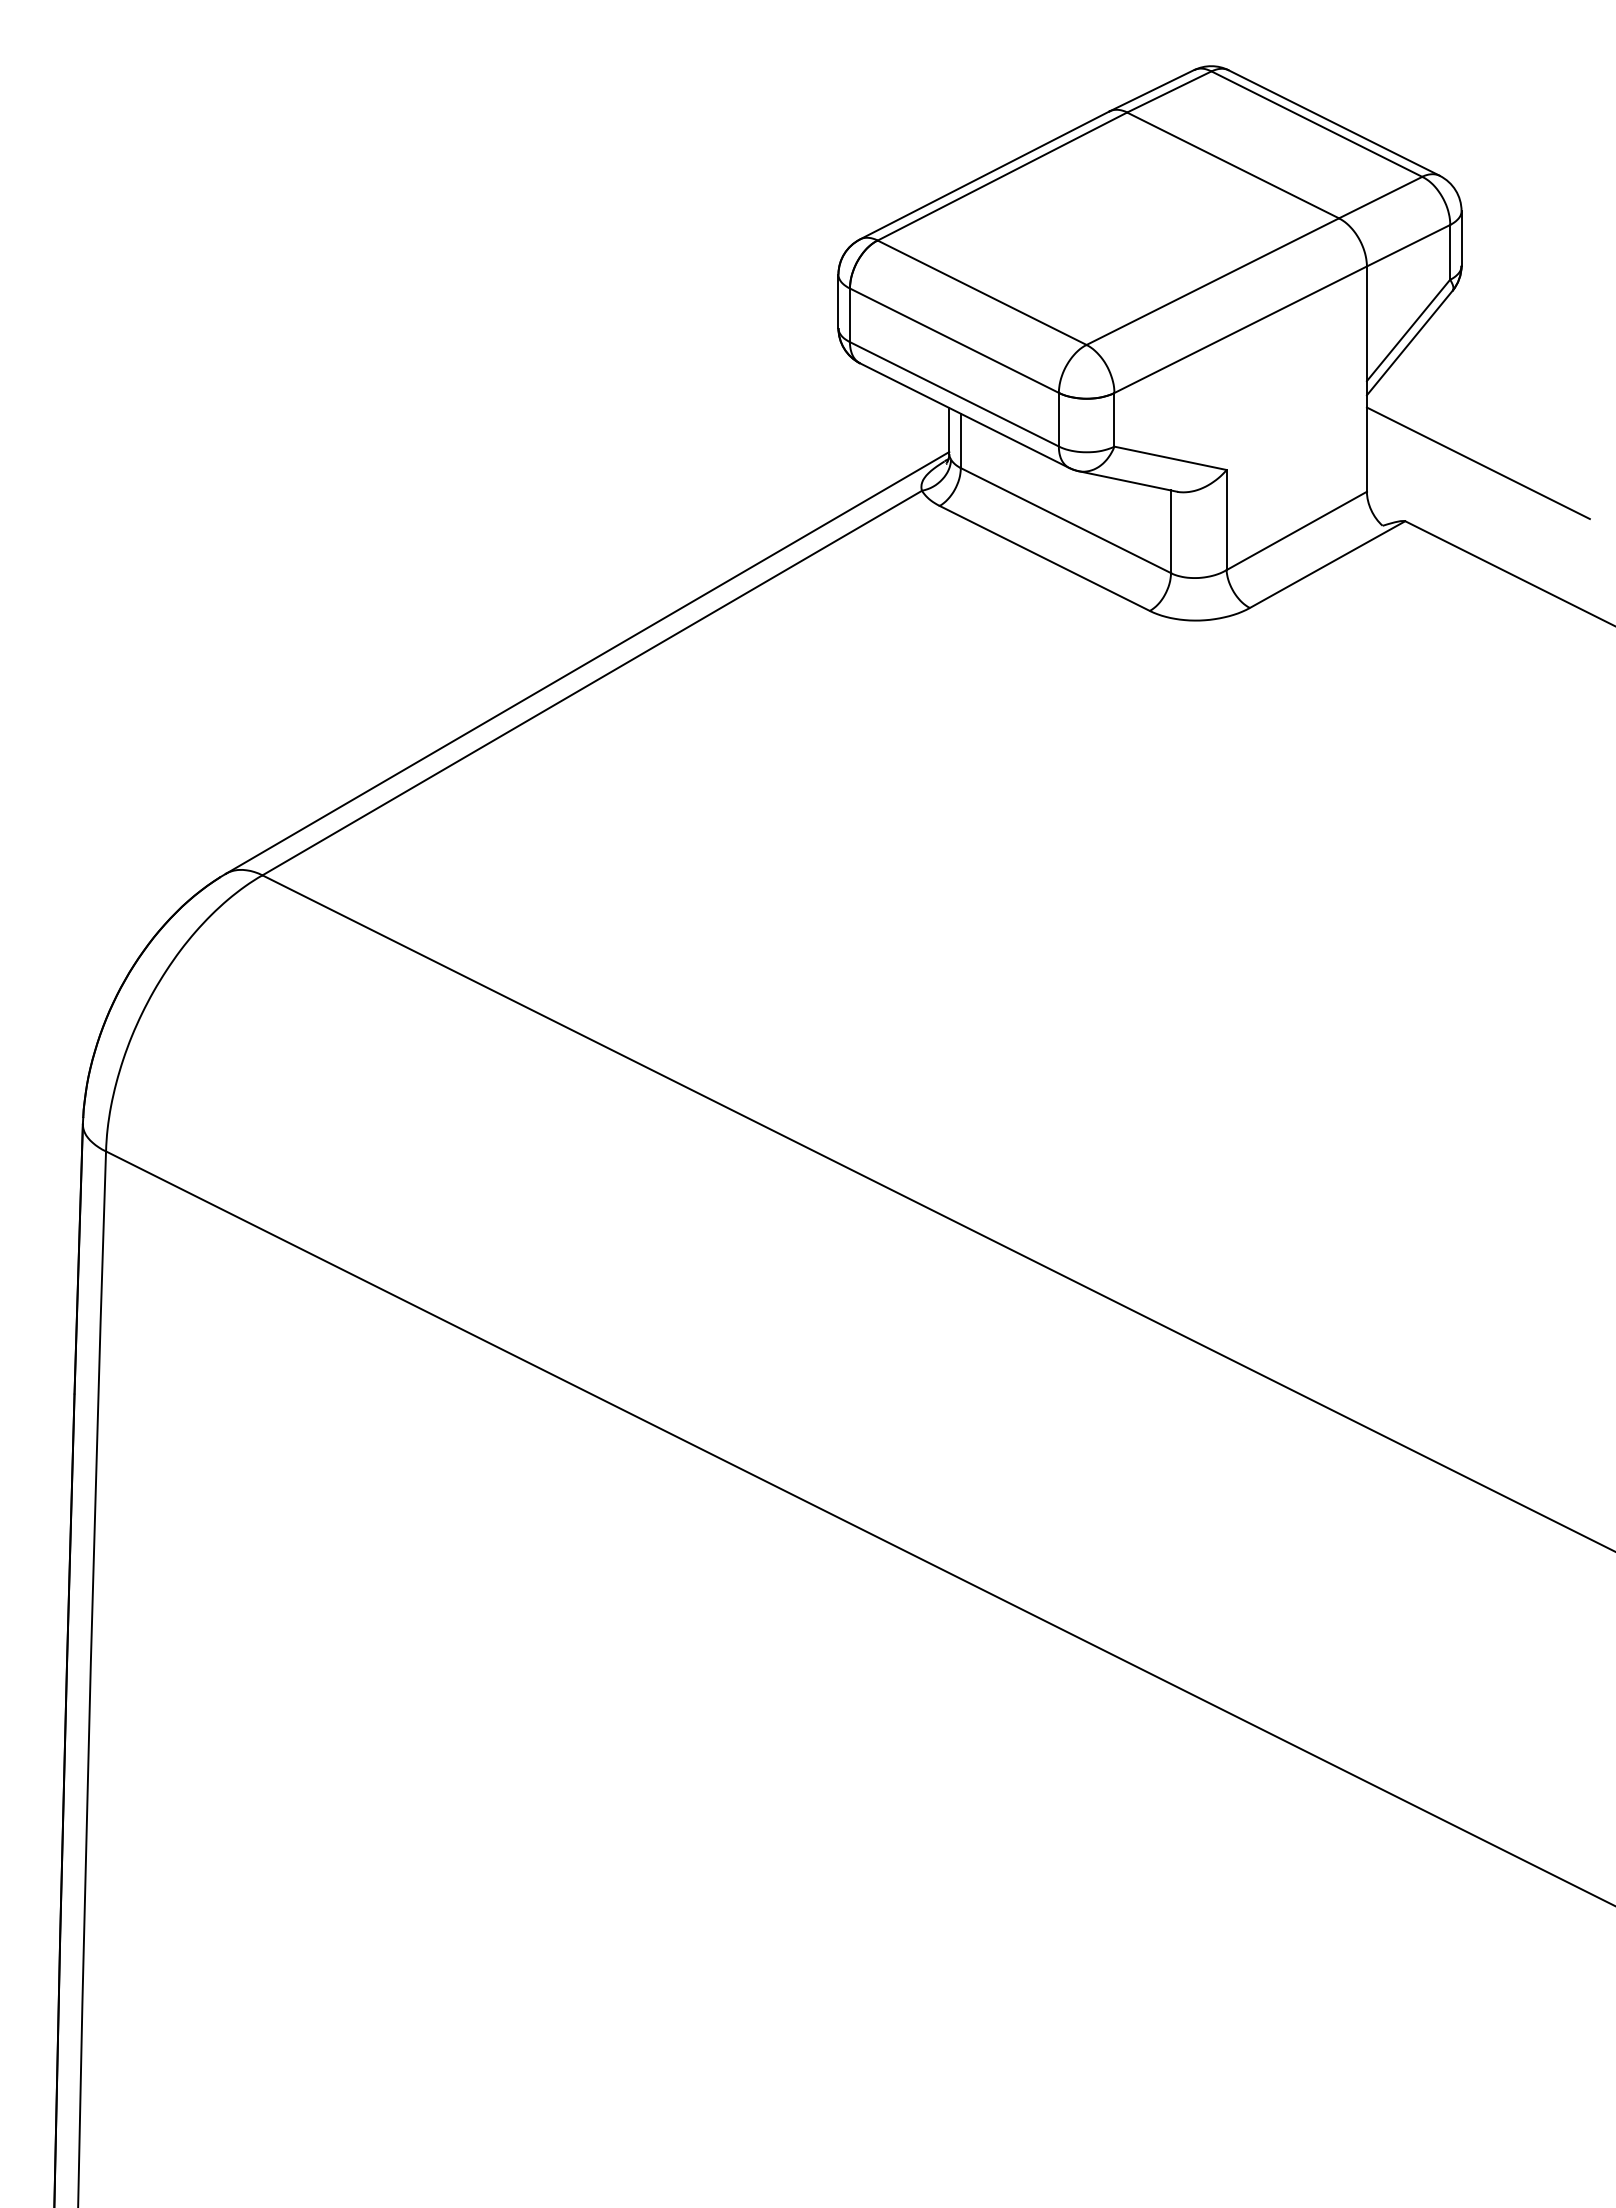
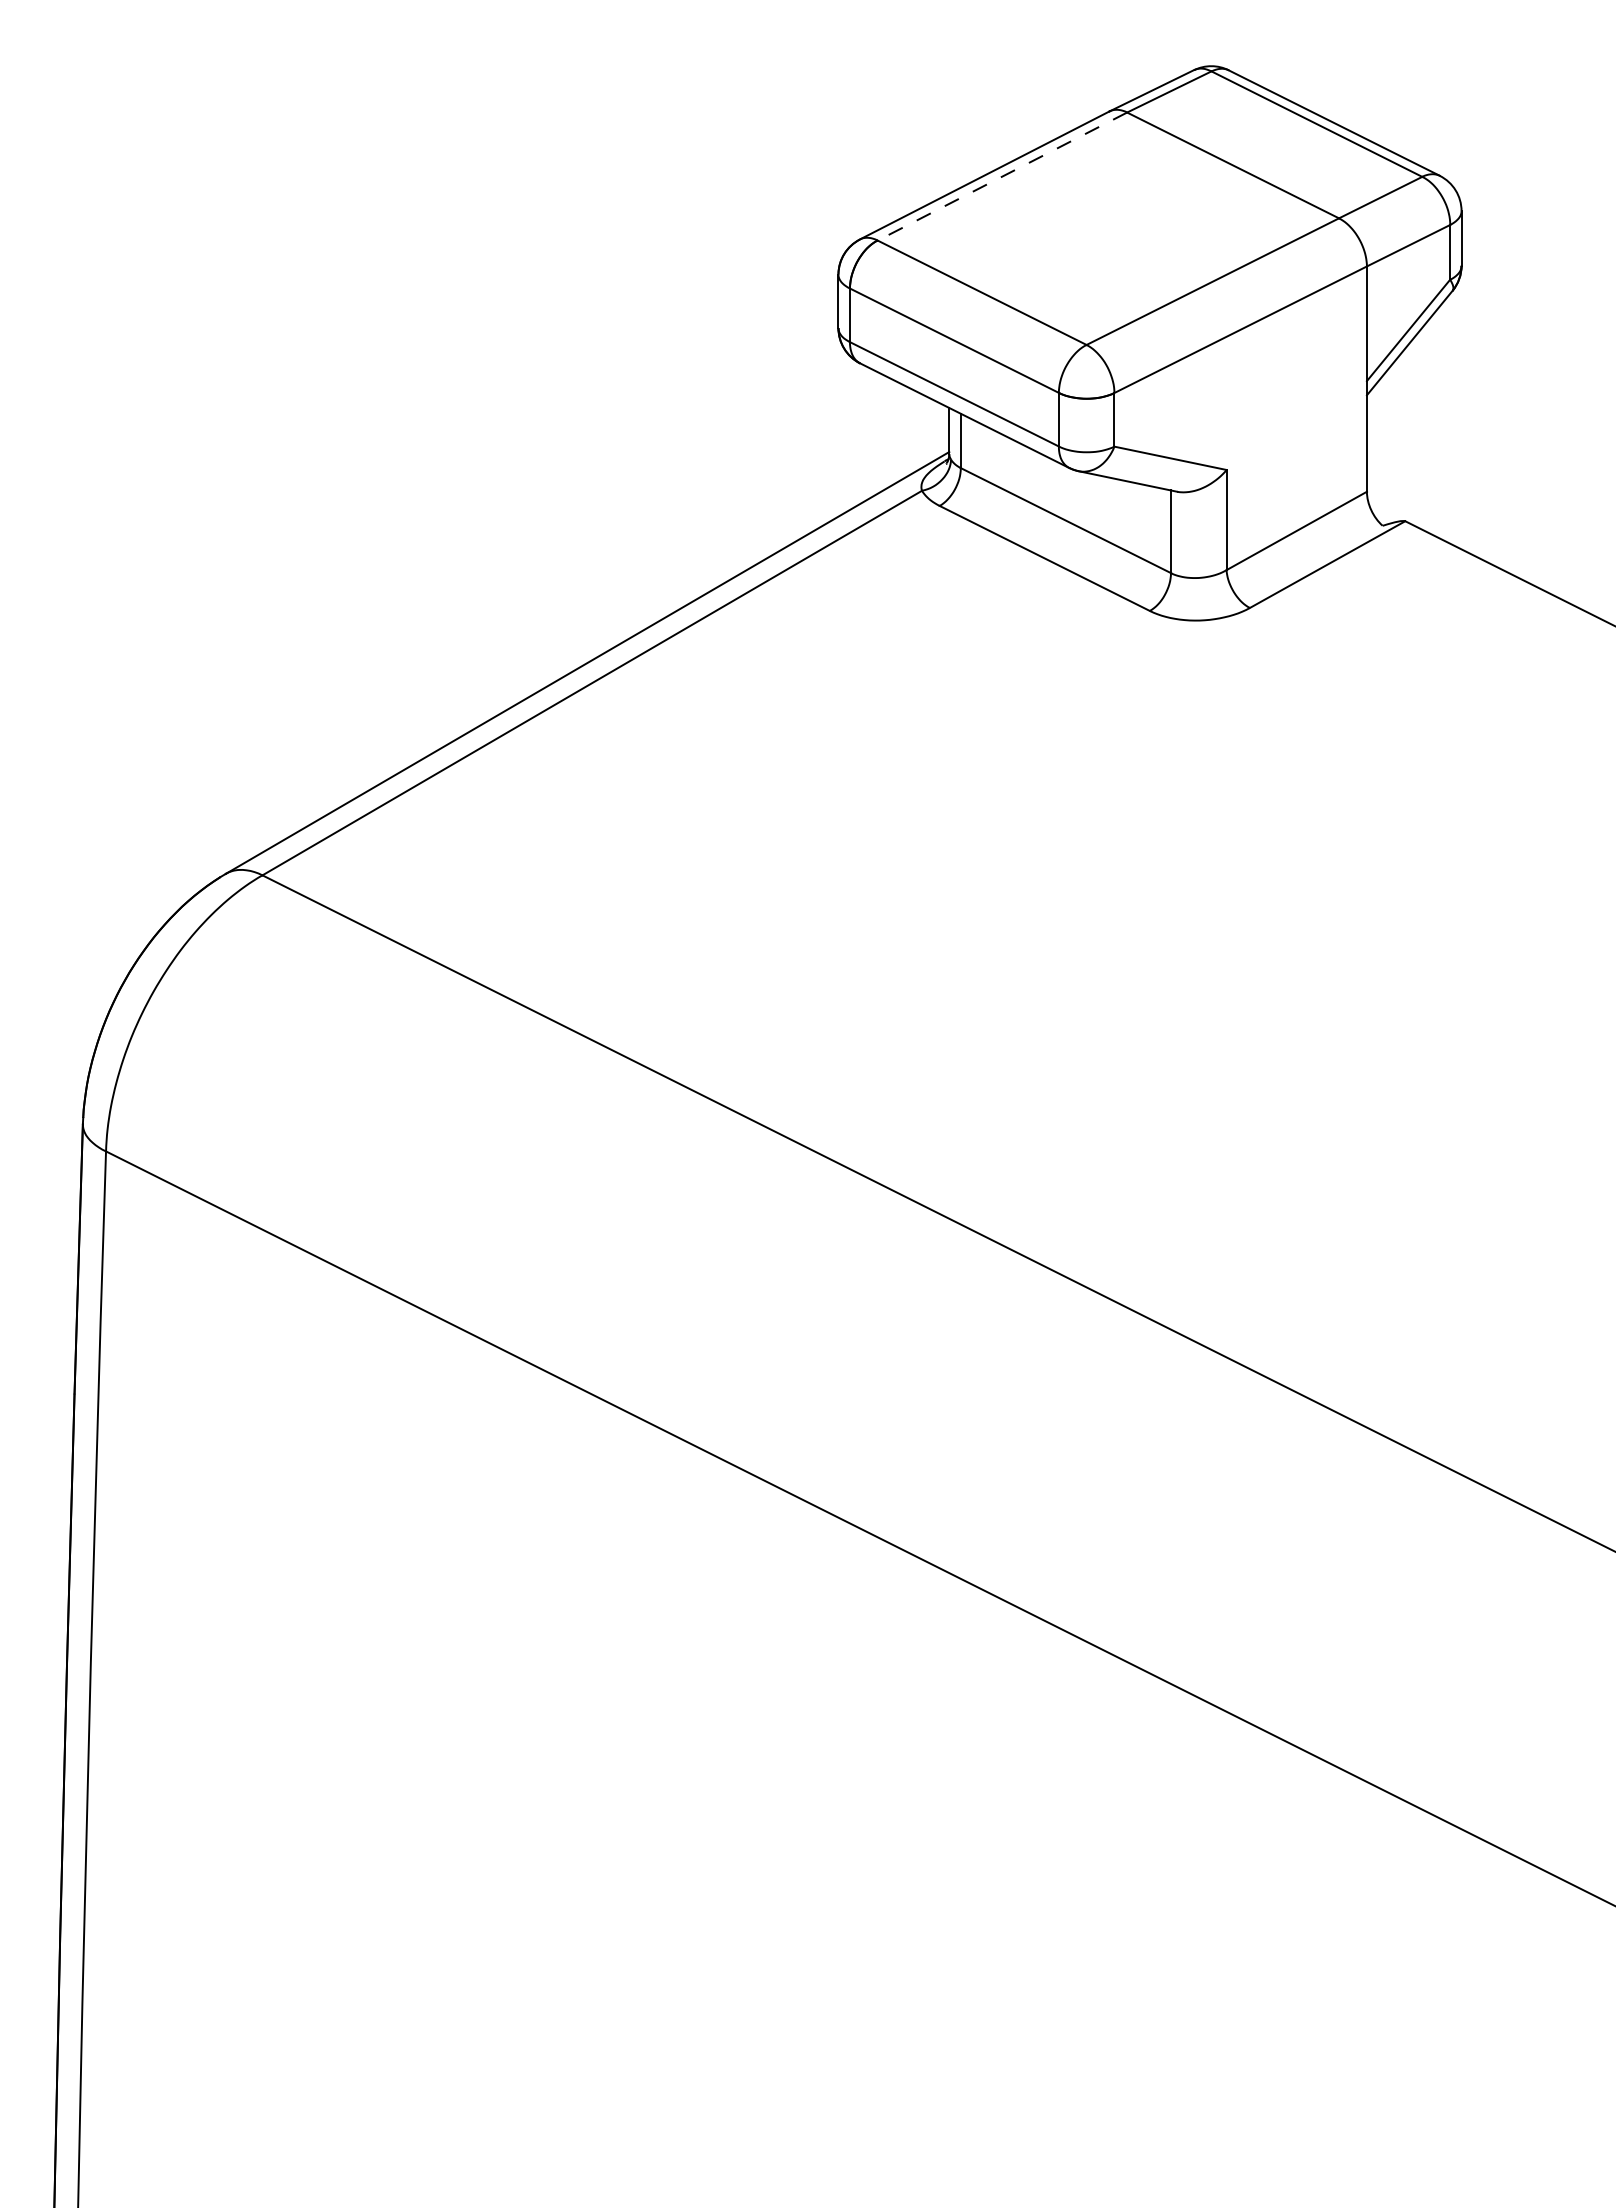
line at (1001, 176): solid -> dashed
line at (1477, 463): present -> none
